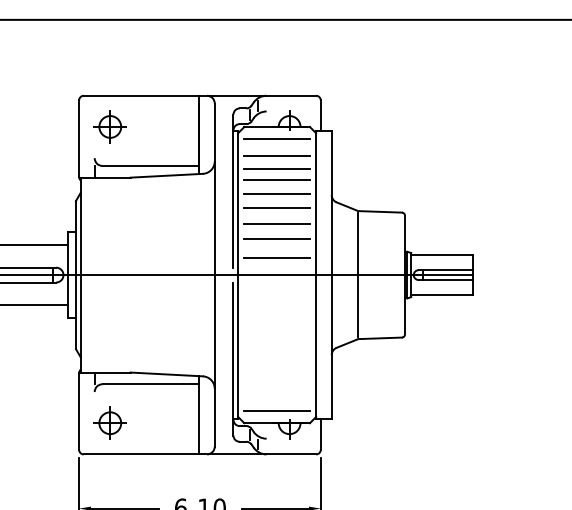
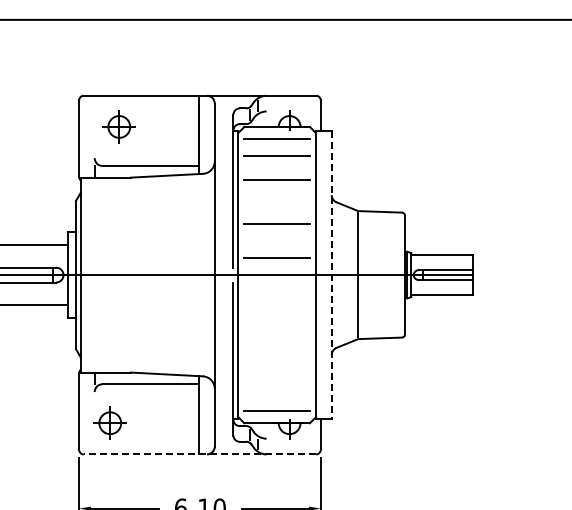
part at (109, 126) position: (109, 126) -> (118, 126)
line at (276, 168): present -> none
line at (276, 194): present -> none
line at (276, 207): present -> none
line at (276, 239): present -> none
line at (331, 275): solid -> dashed
line at (199, 454): solid -> dashed
